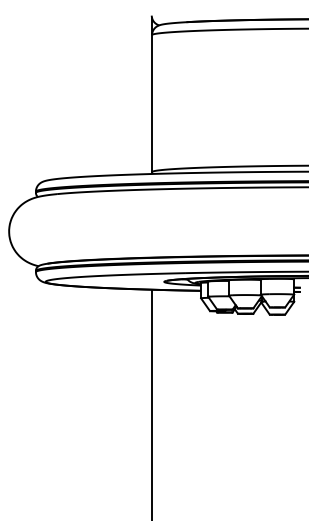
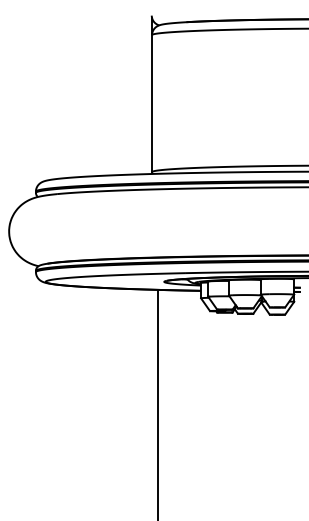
line at (152, 403) position: (152, 403) -> (158, 403)
